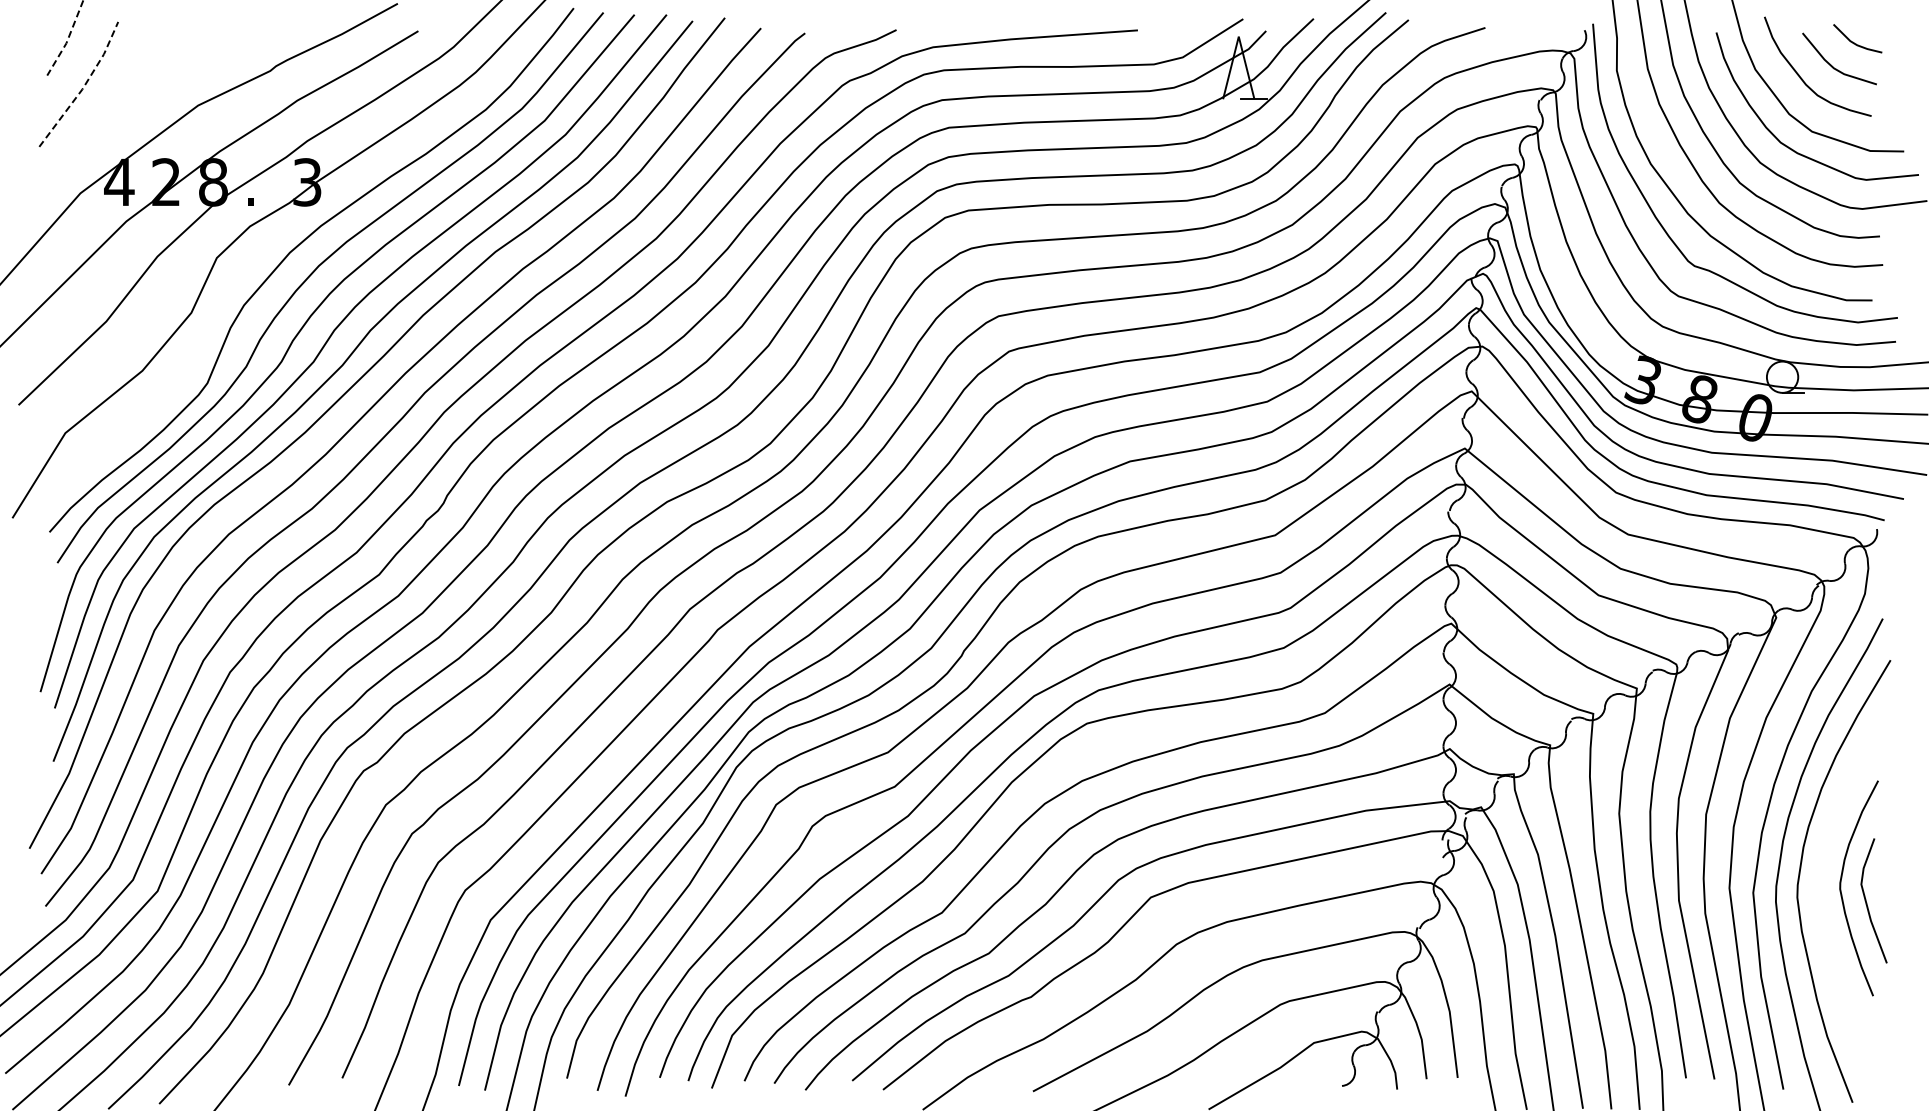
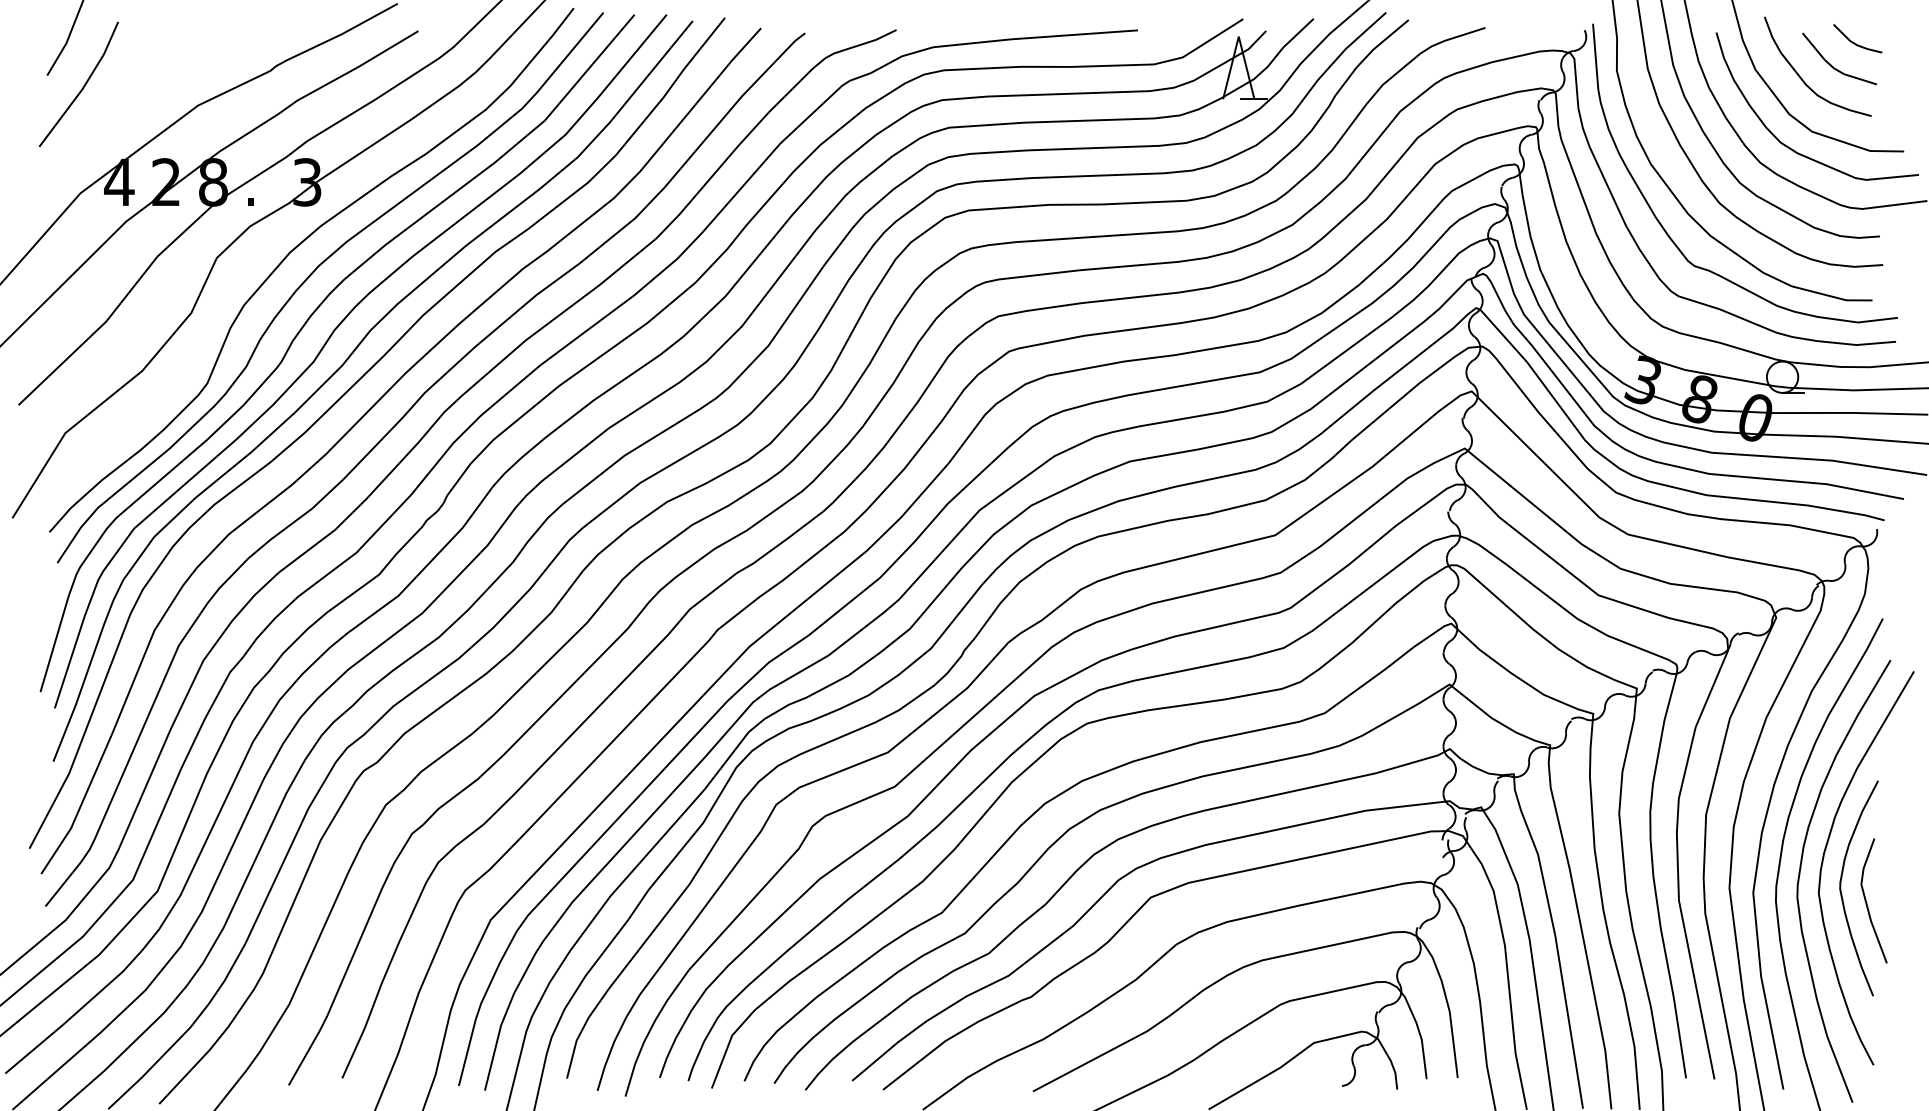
line at (67, 40): dashed -> solid
line at (83, 86): dashed -> solid
curve at (1823, 862): none -> present
